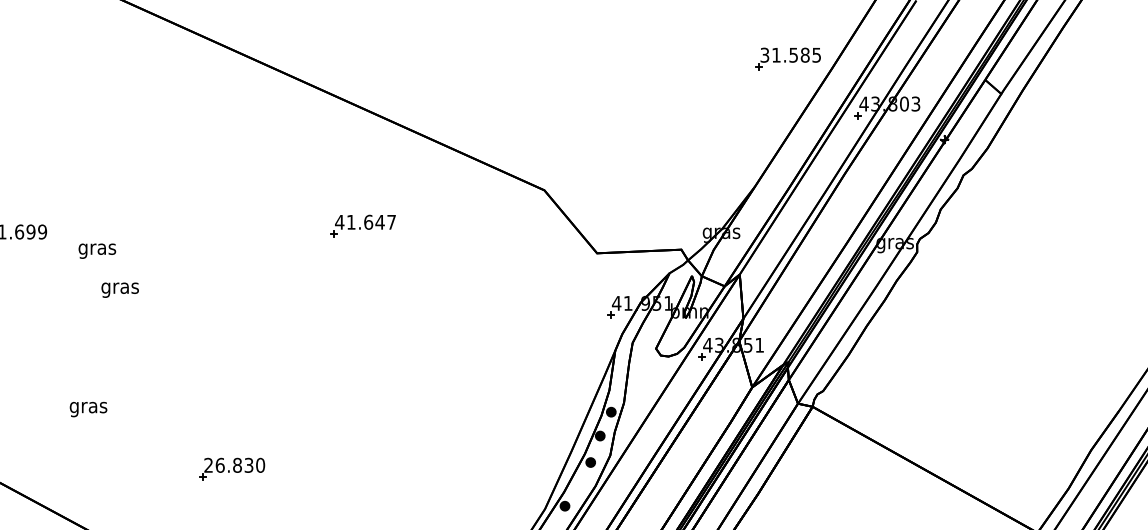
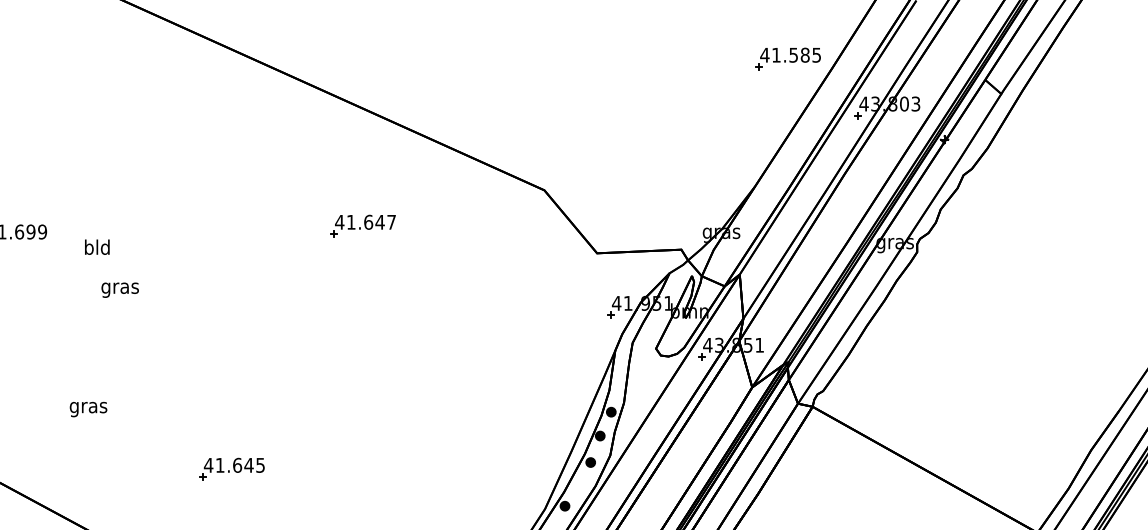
text at (764, 54): 31.585 -> 41.585
text at (97, 248): gras -> bld
text at (234, 464): 26.830 -> 41.645
